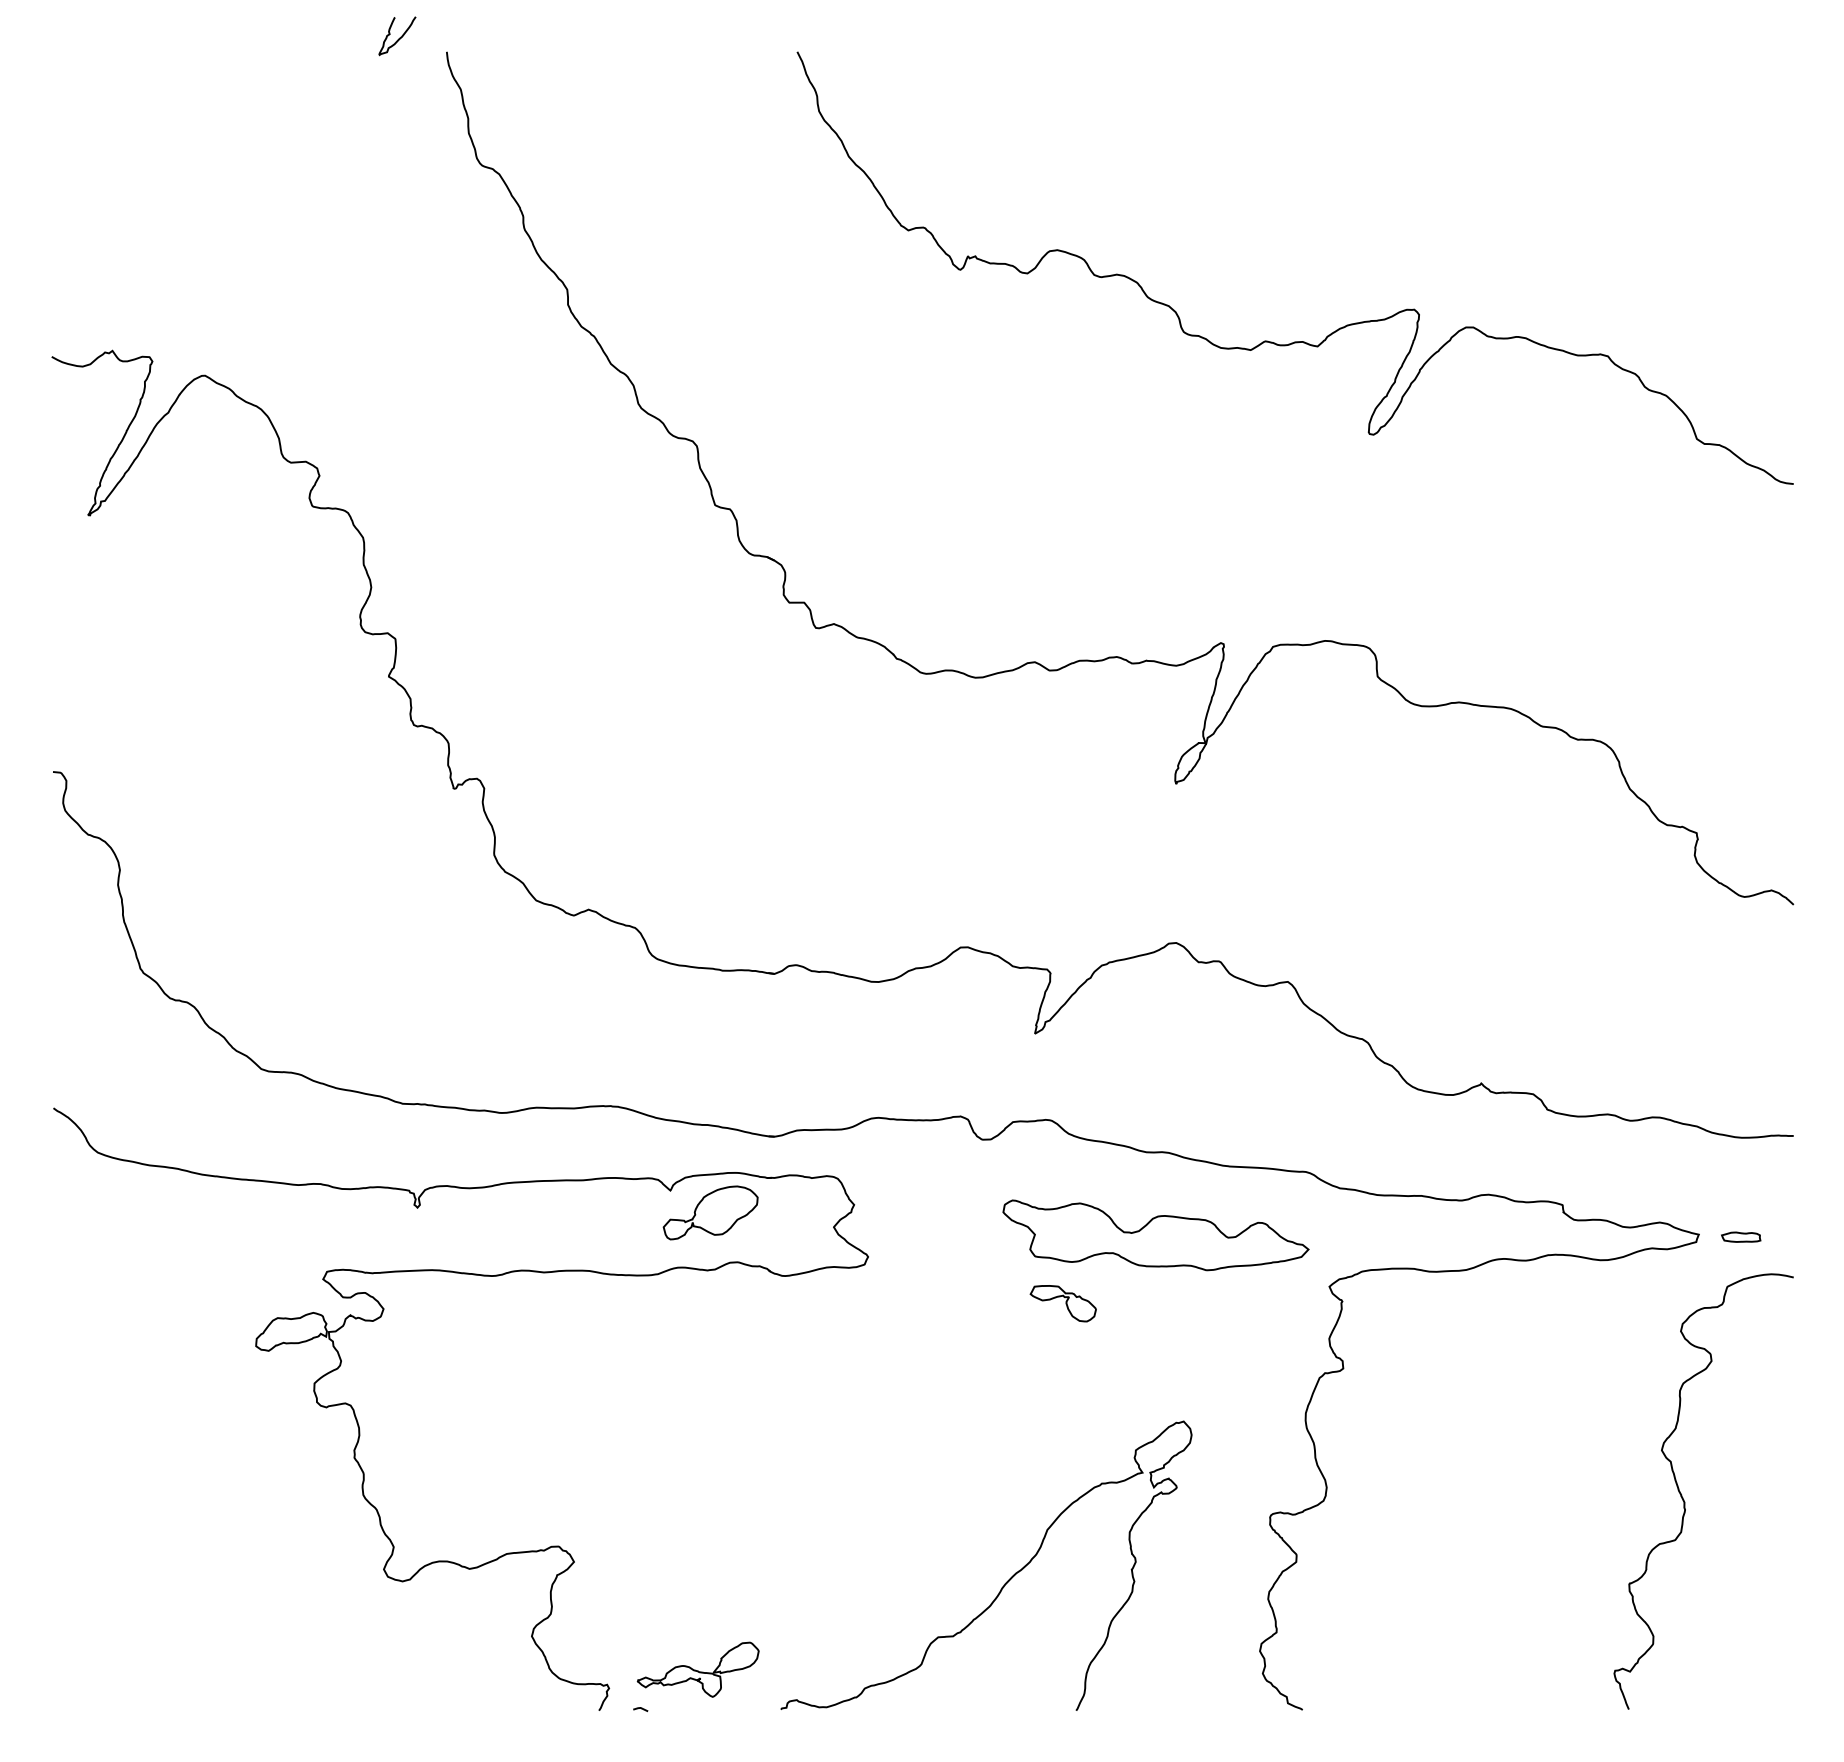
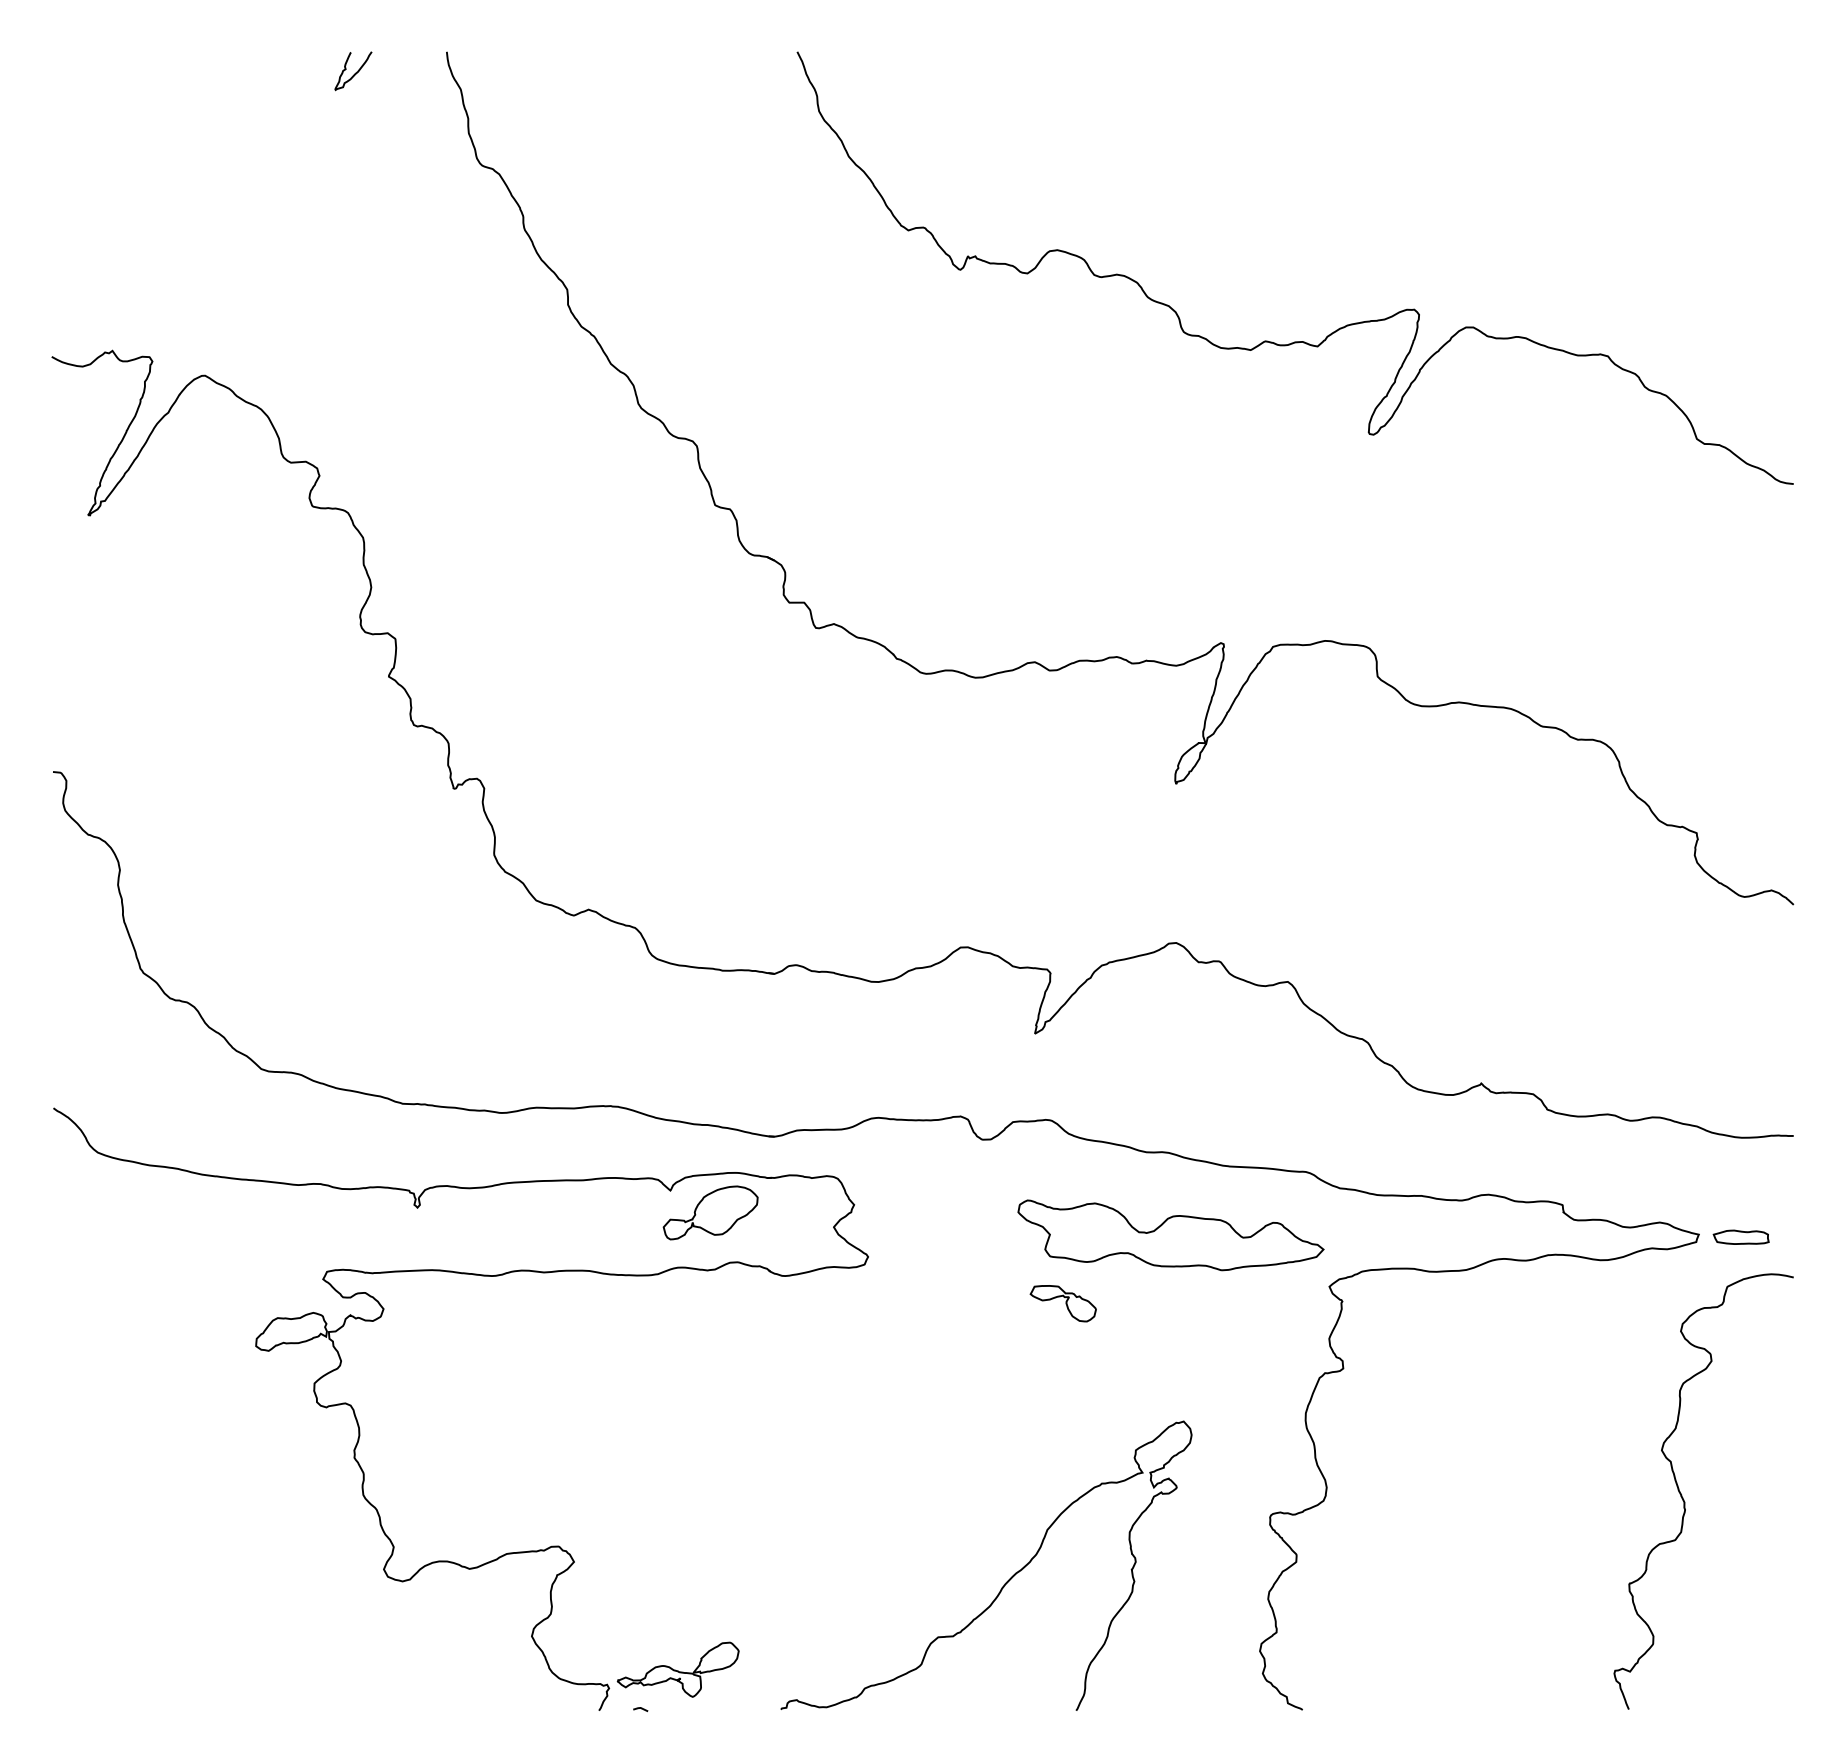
curve at (399, 37) position: (399, 37) -> (355, 72)
part at (1155, 1235) position: (1155, 1235) -> (1170, 1235)
part at (1741, 1236) size: 41x12 px -> 58x16 px
part at (697, 1669) position: (697, 1669) -> (677, 1669)
